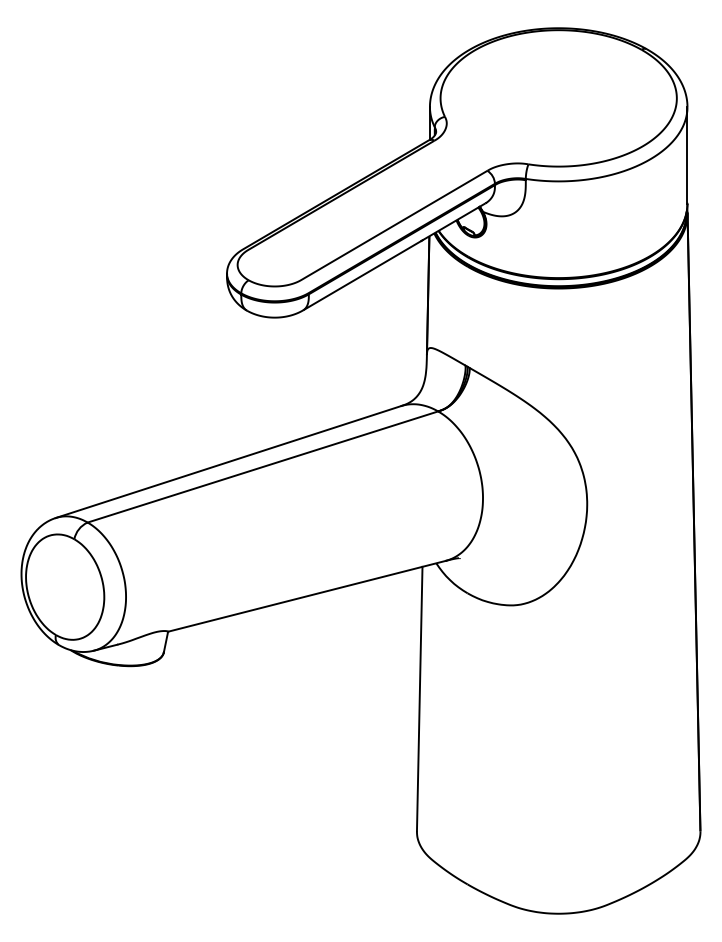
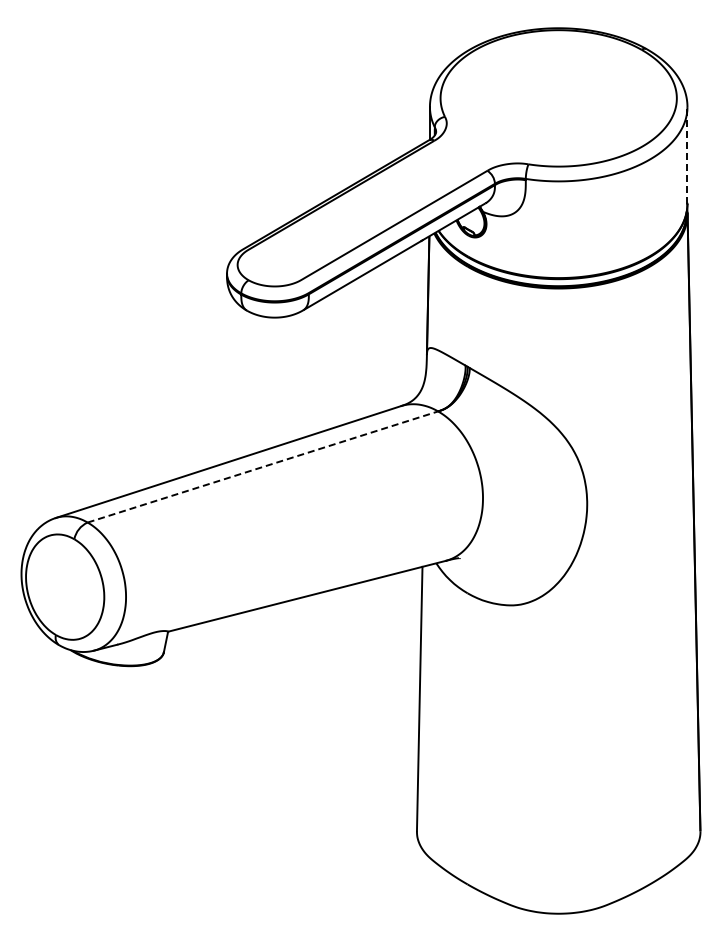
line at (687, 154): solid -> dashed
line at (262, 467): solid -> dashed
